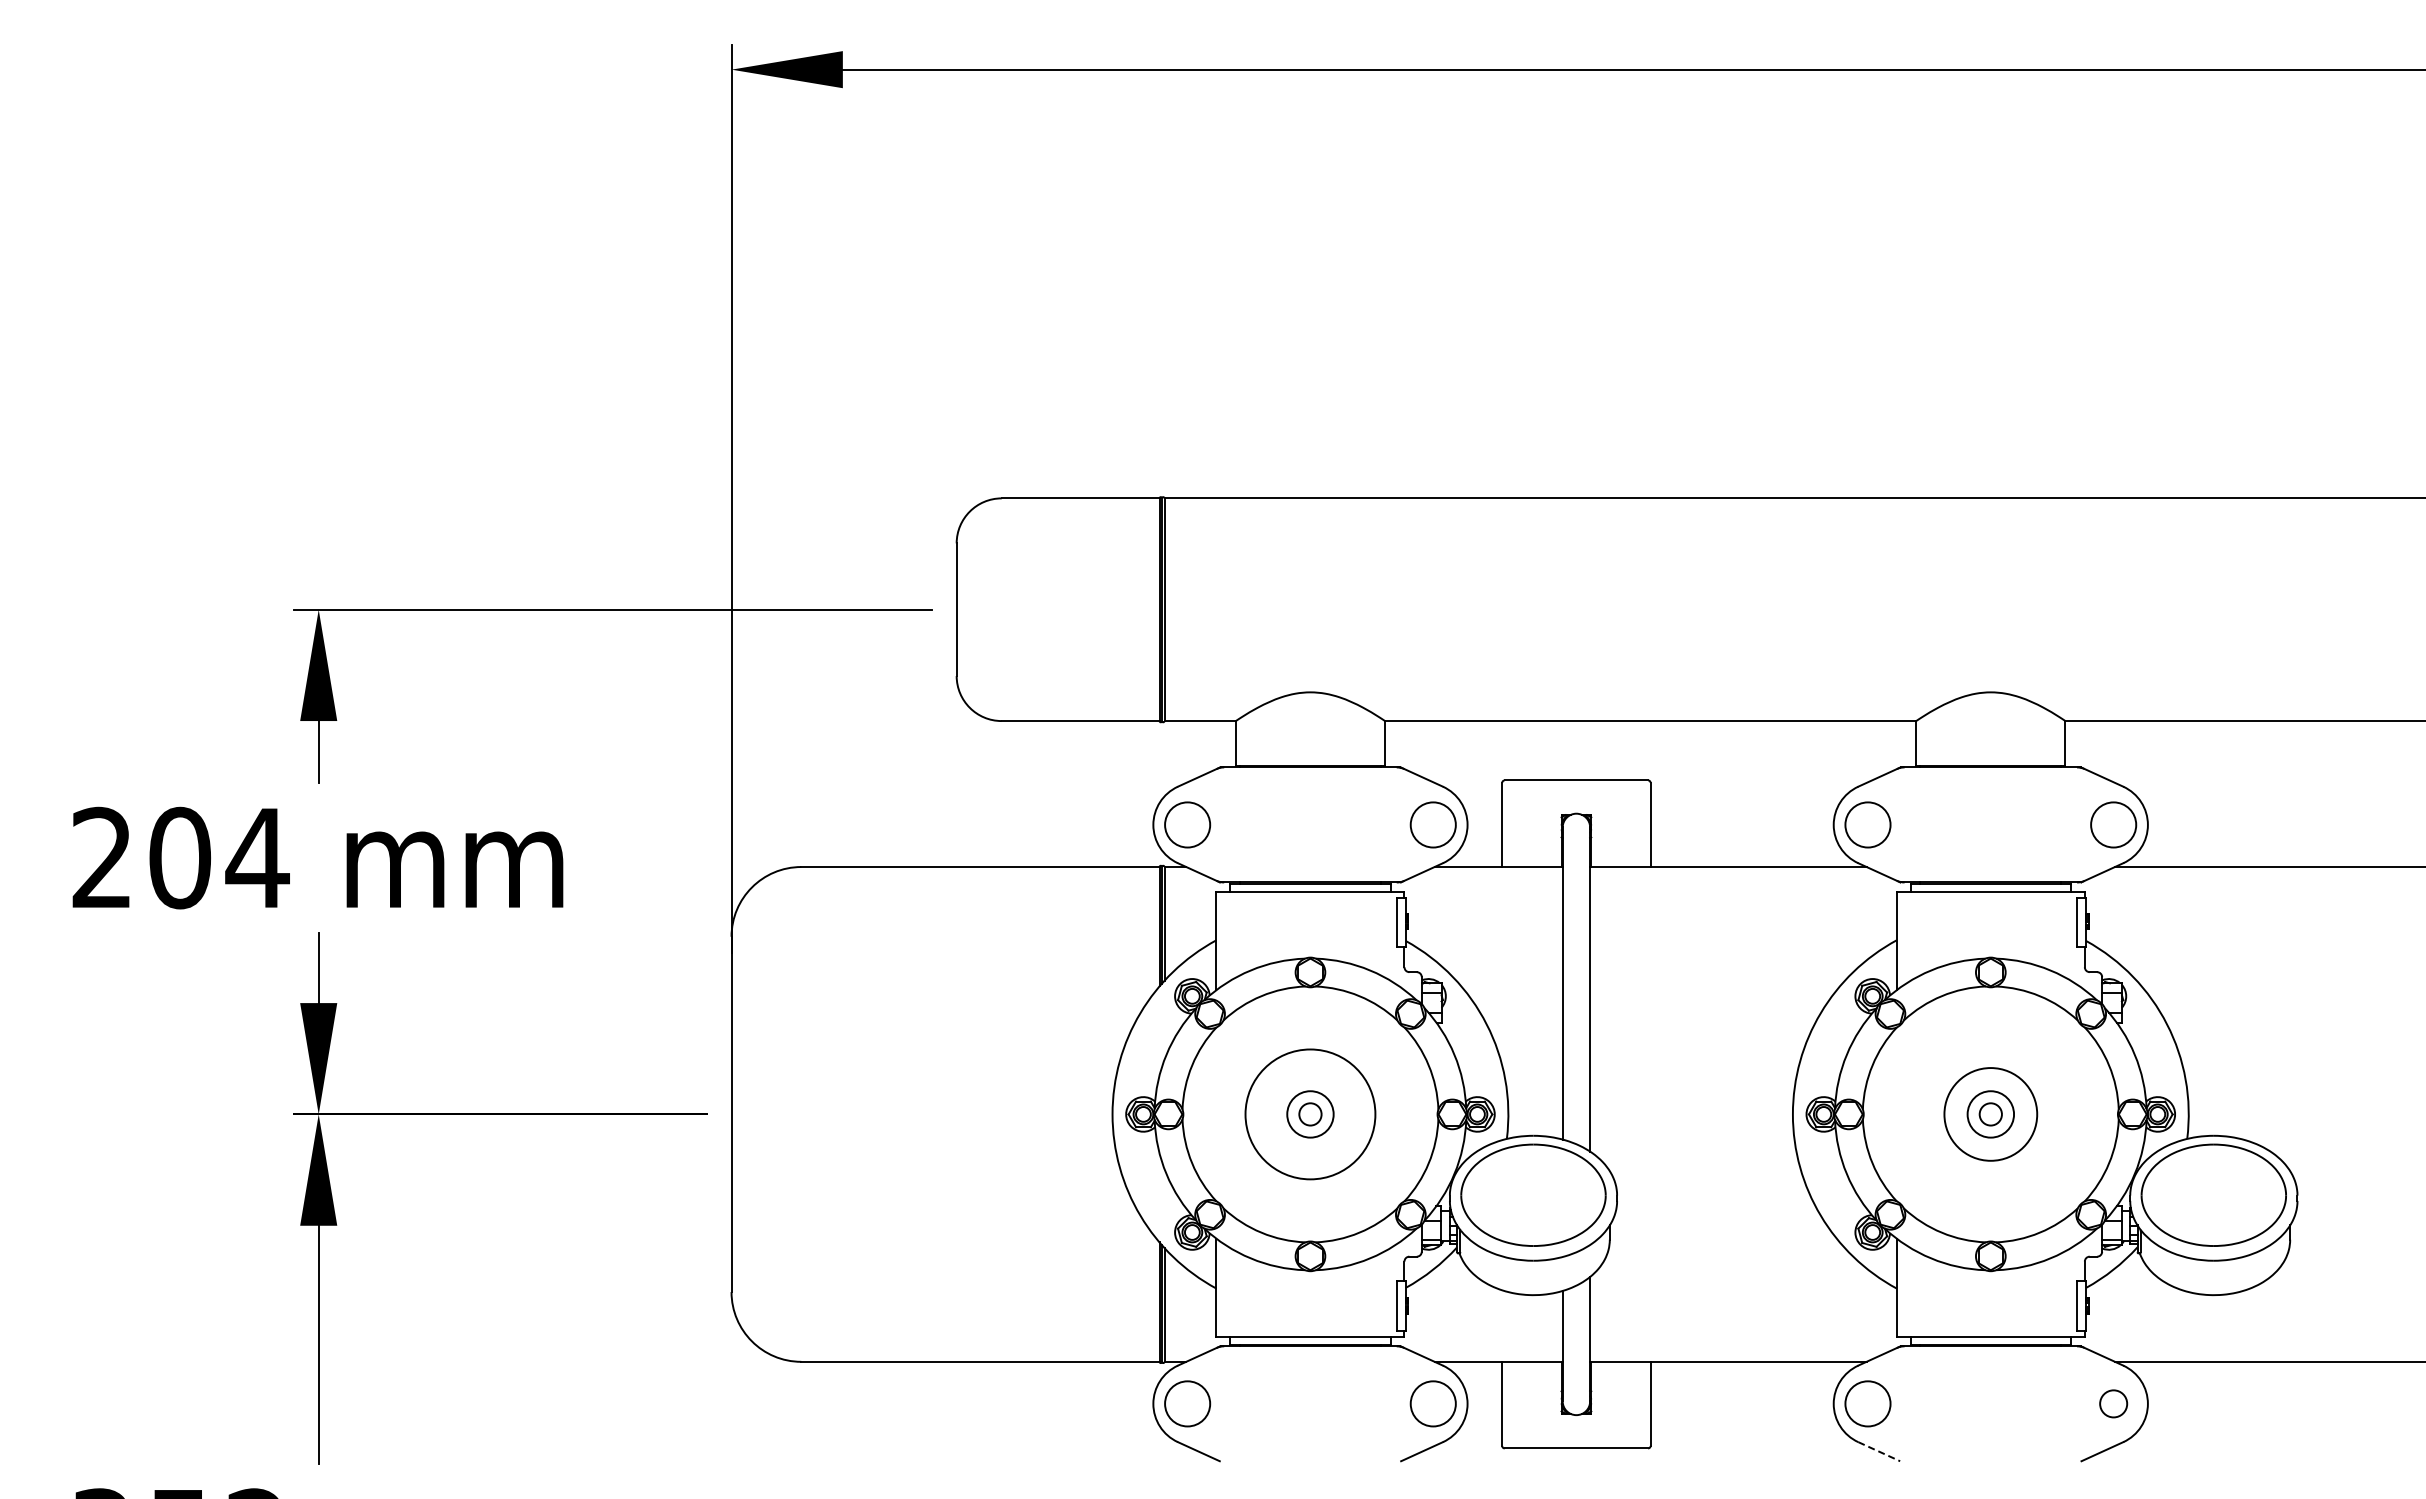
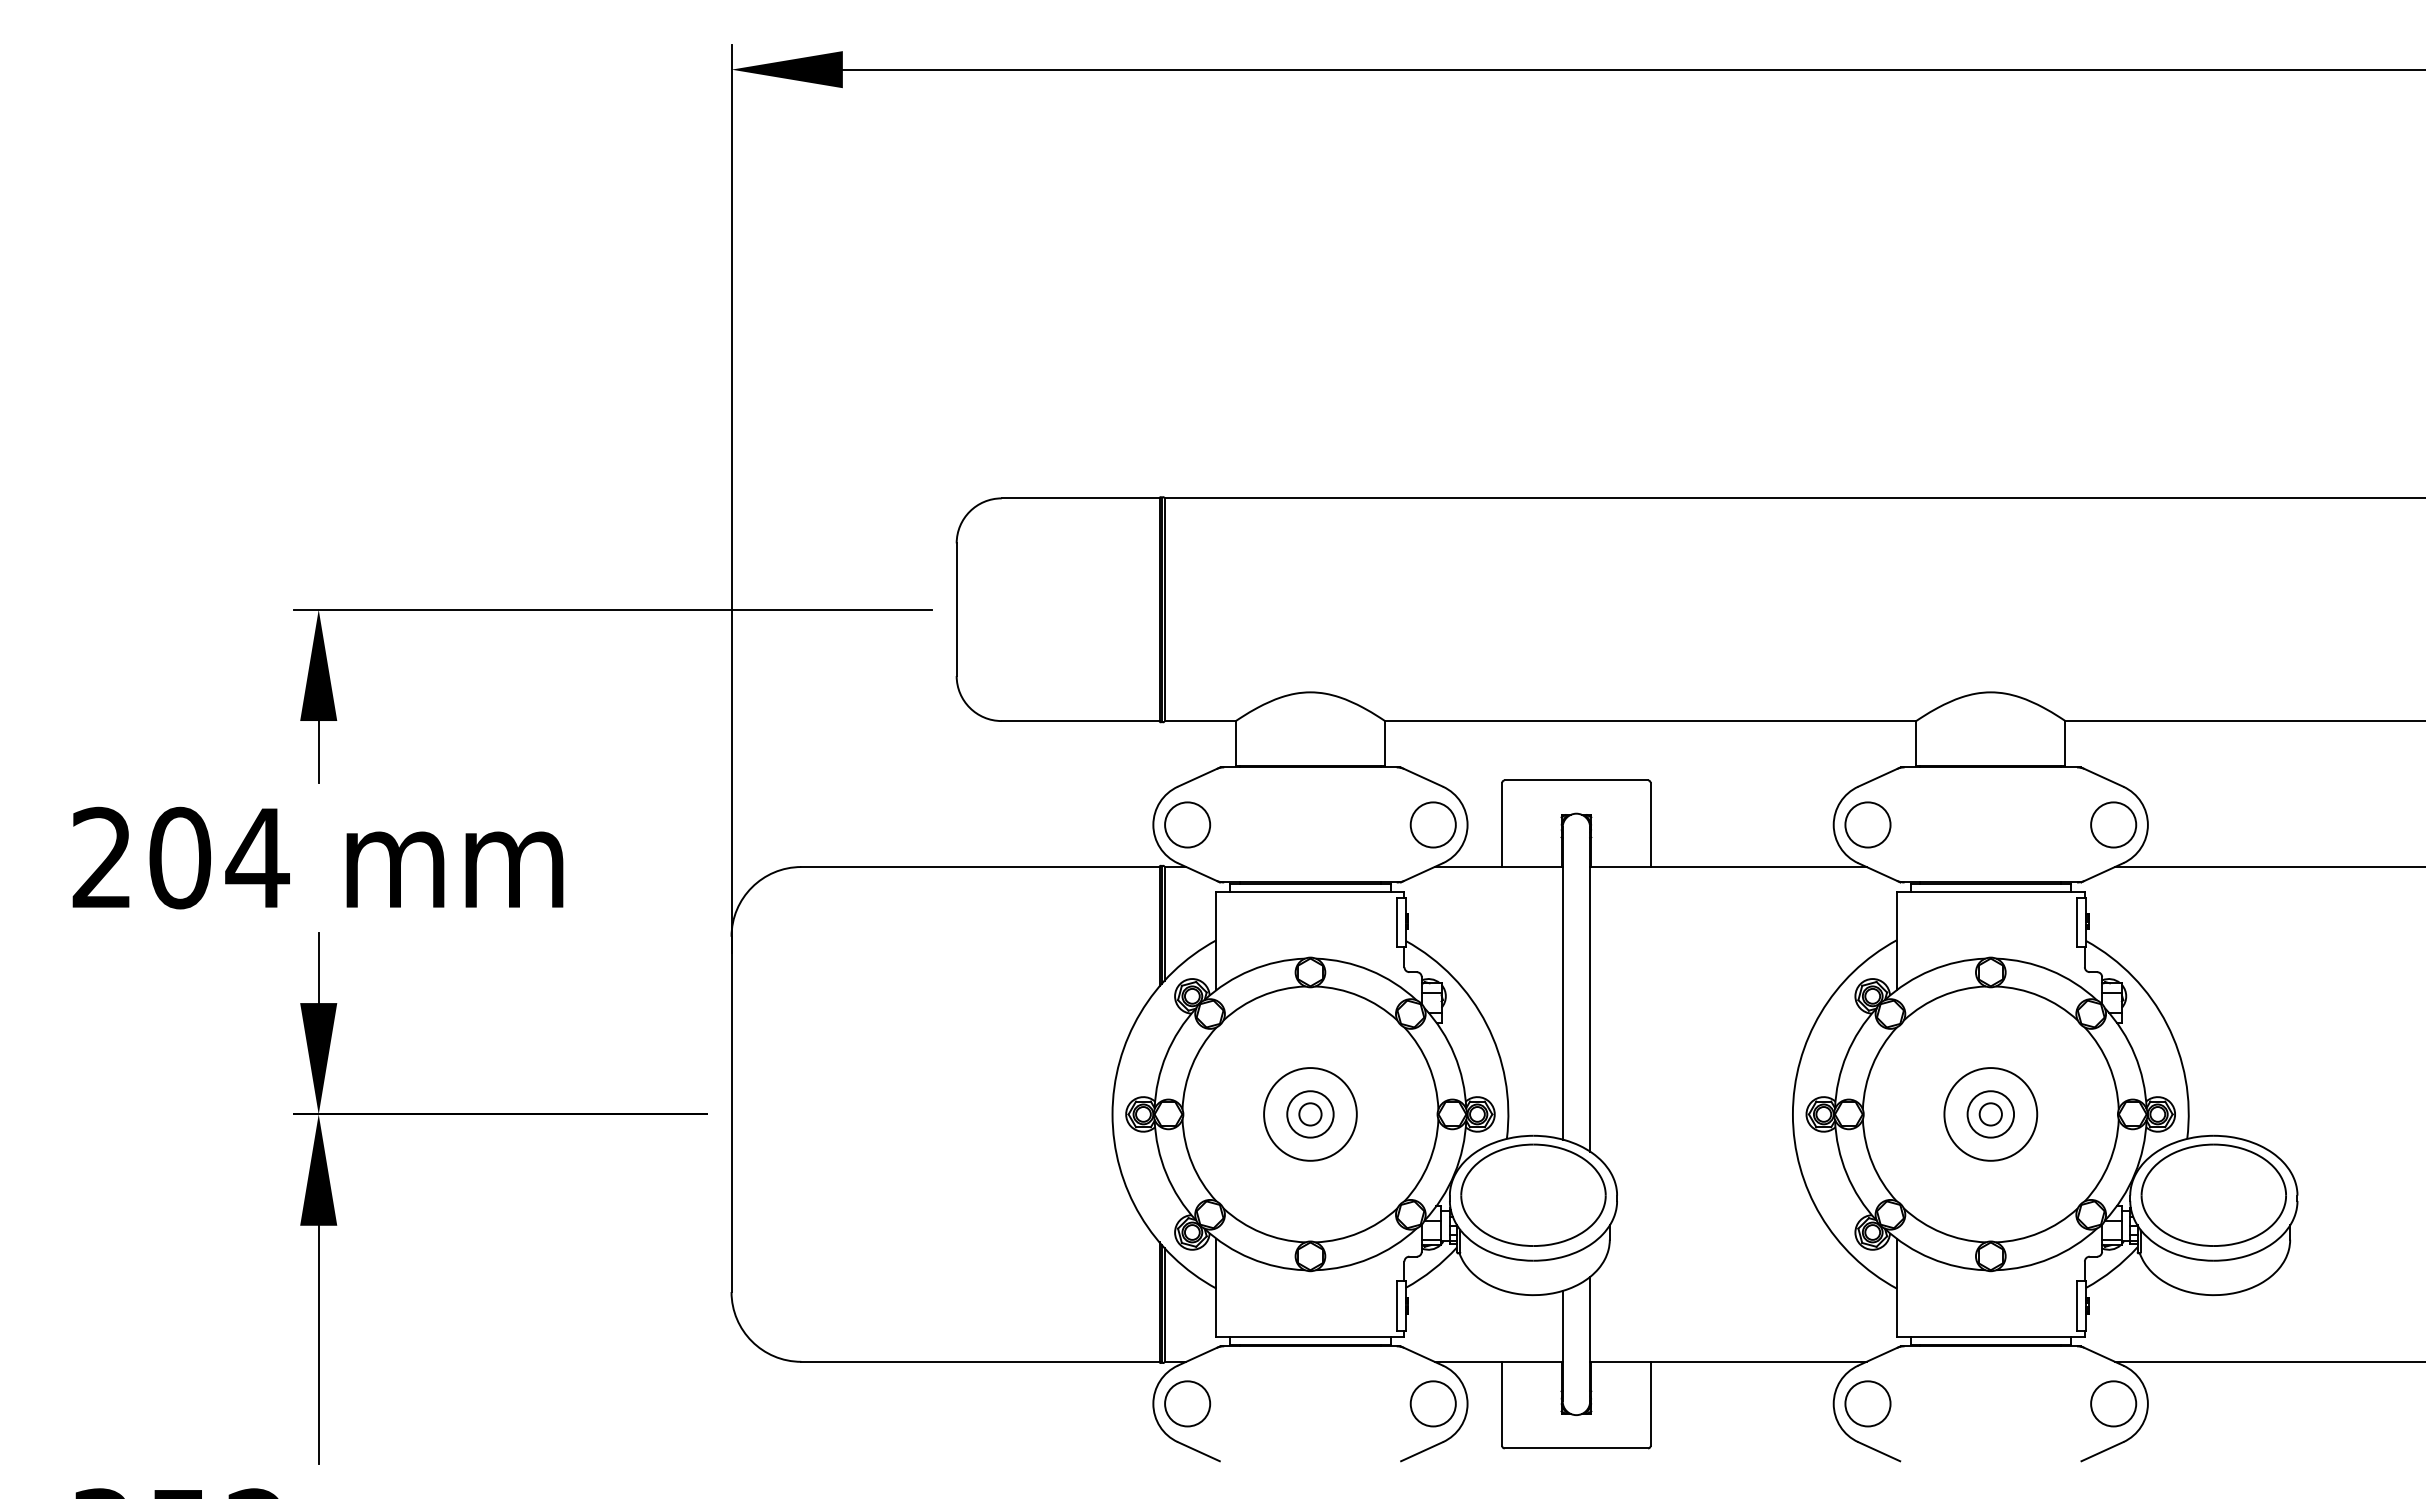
circle at (1310, 1114) diameter: 130 px -> 93 px
circle at (2113, 1403) diameter: 27 px -> 45 px
line at (1879, 1451): dashed -> solid
